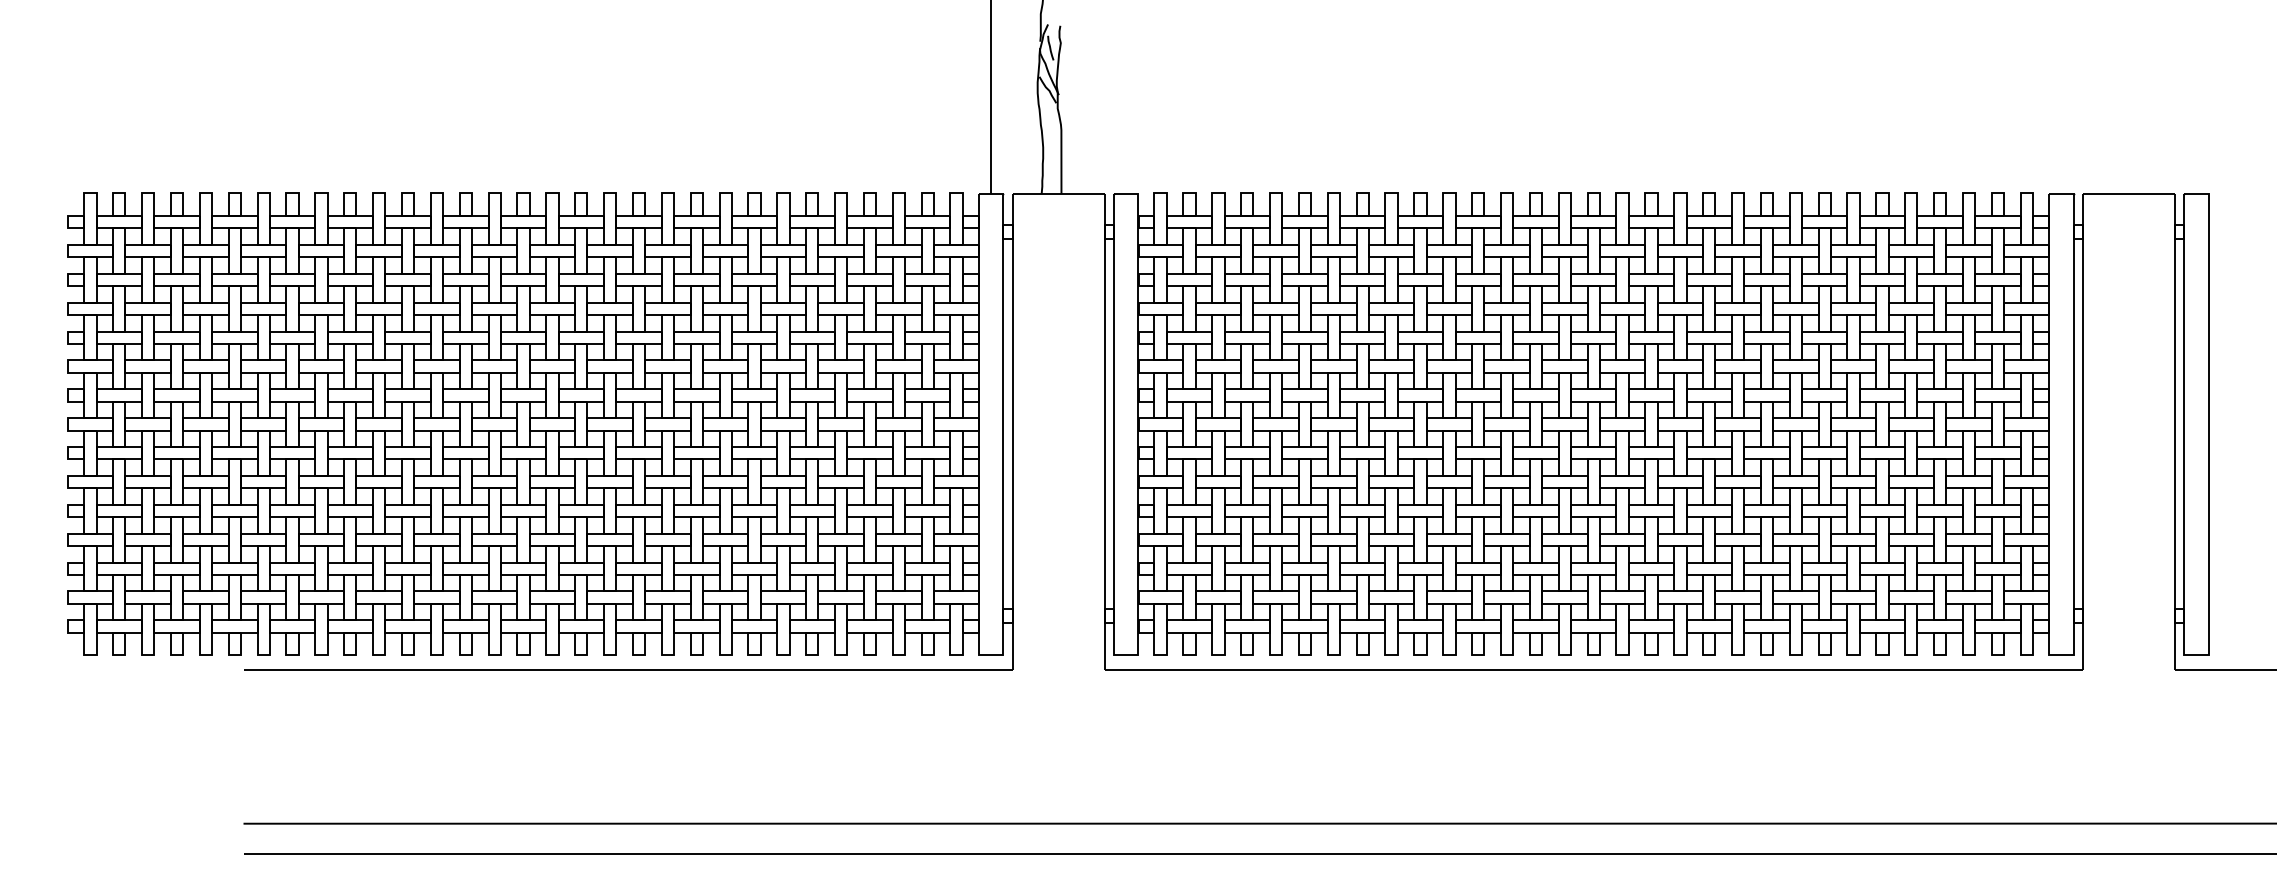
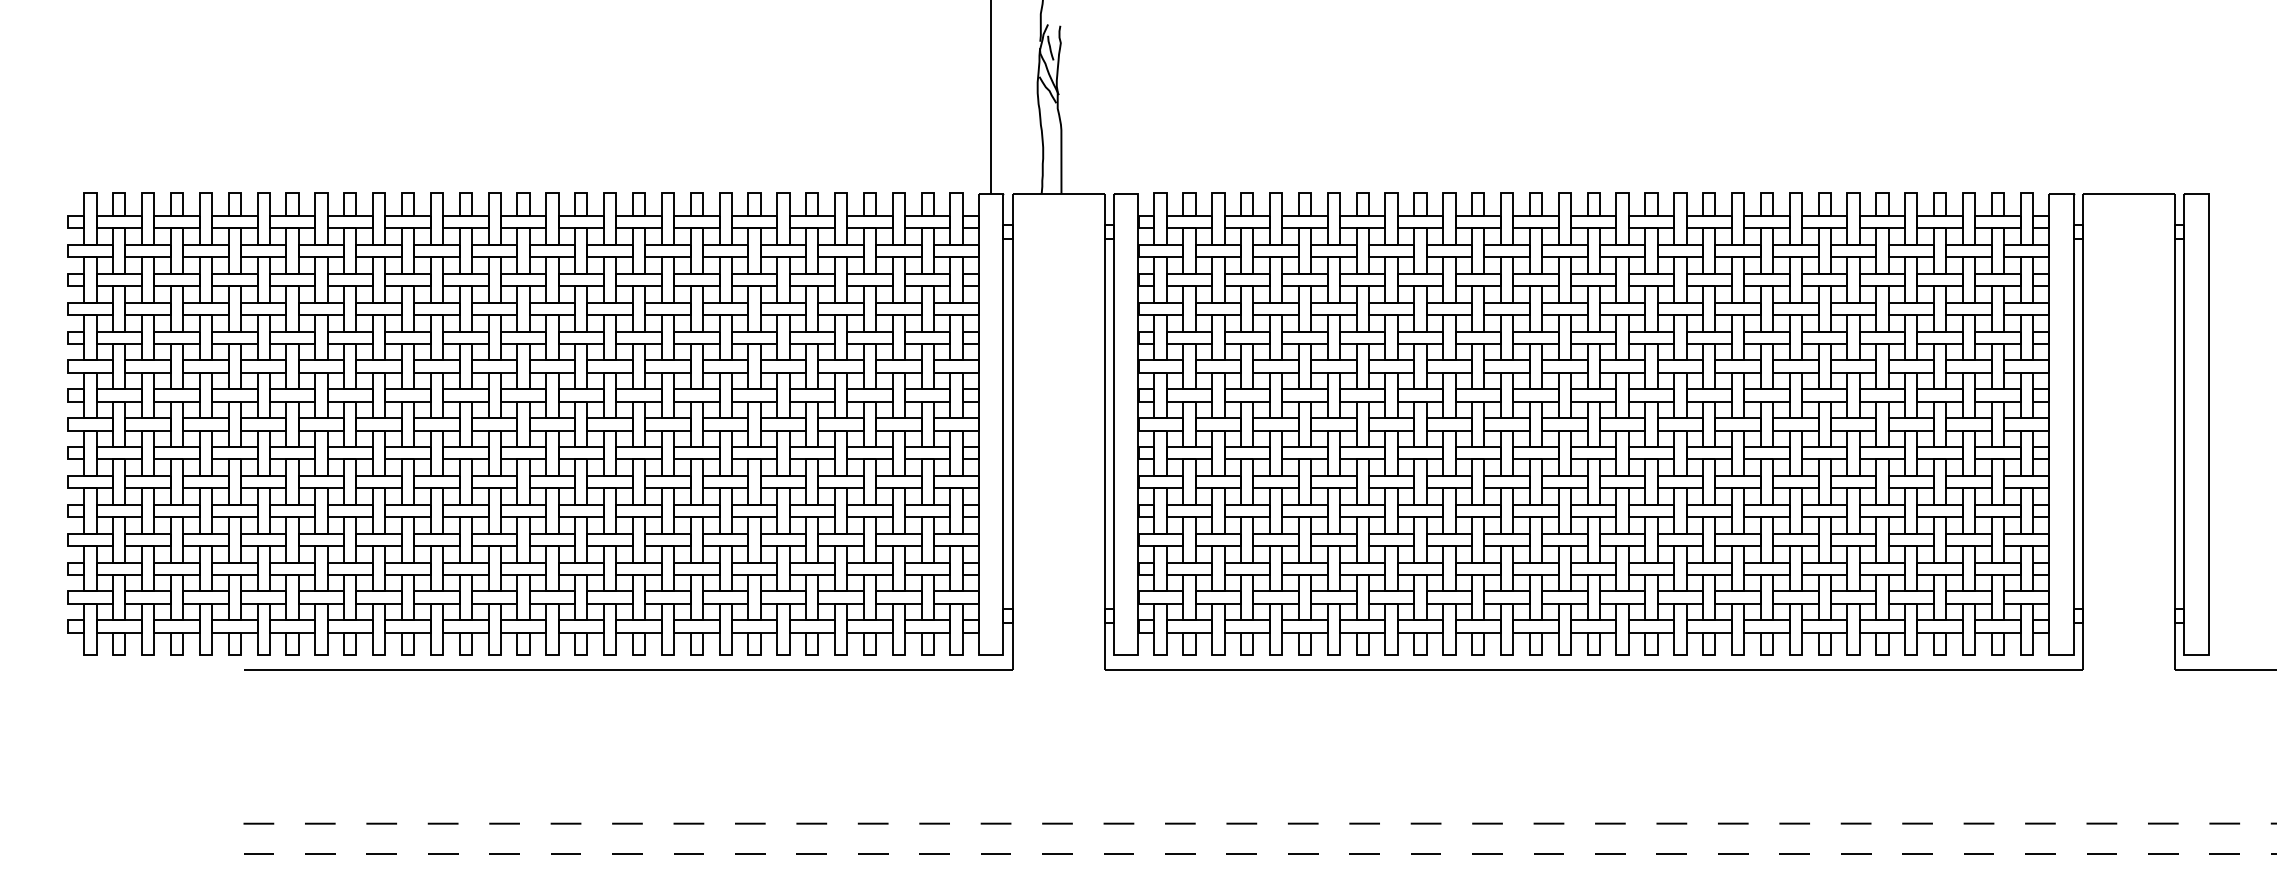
line at (1260, 823): solid -> dashed
line at (1260, 854): solid -> dashed
